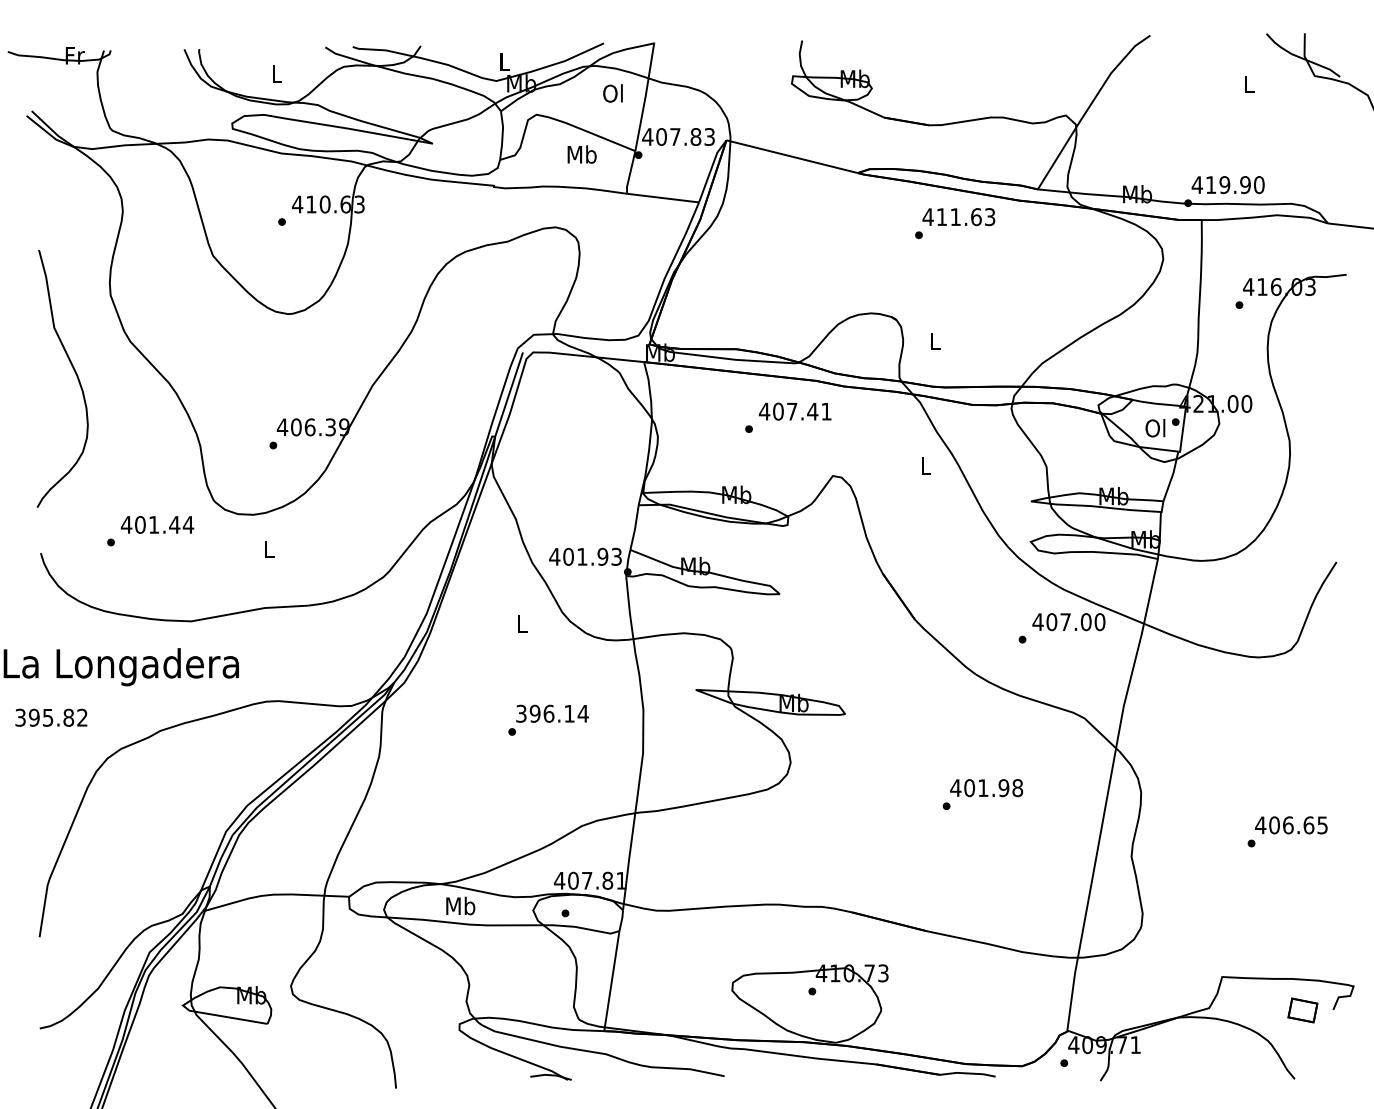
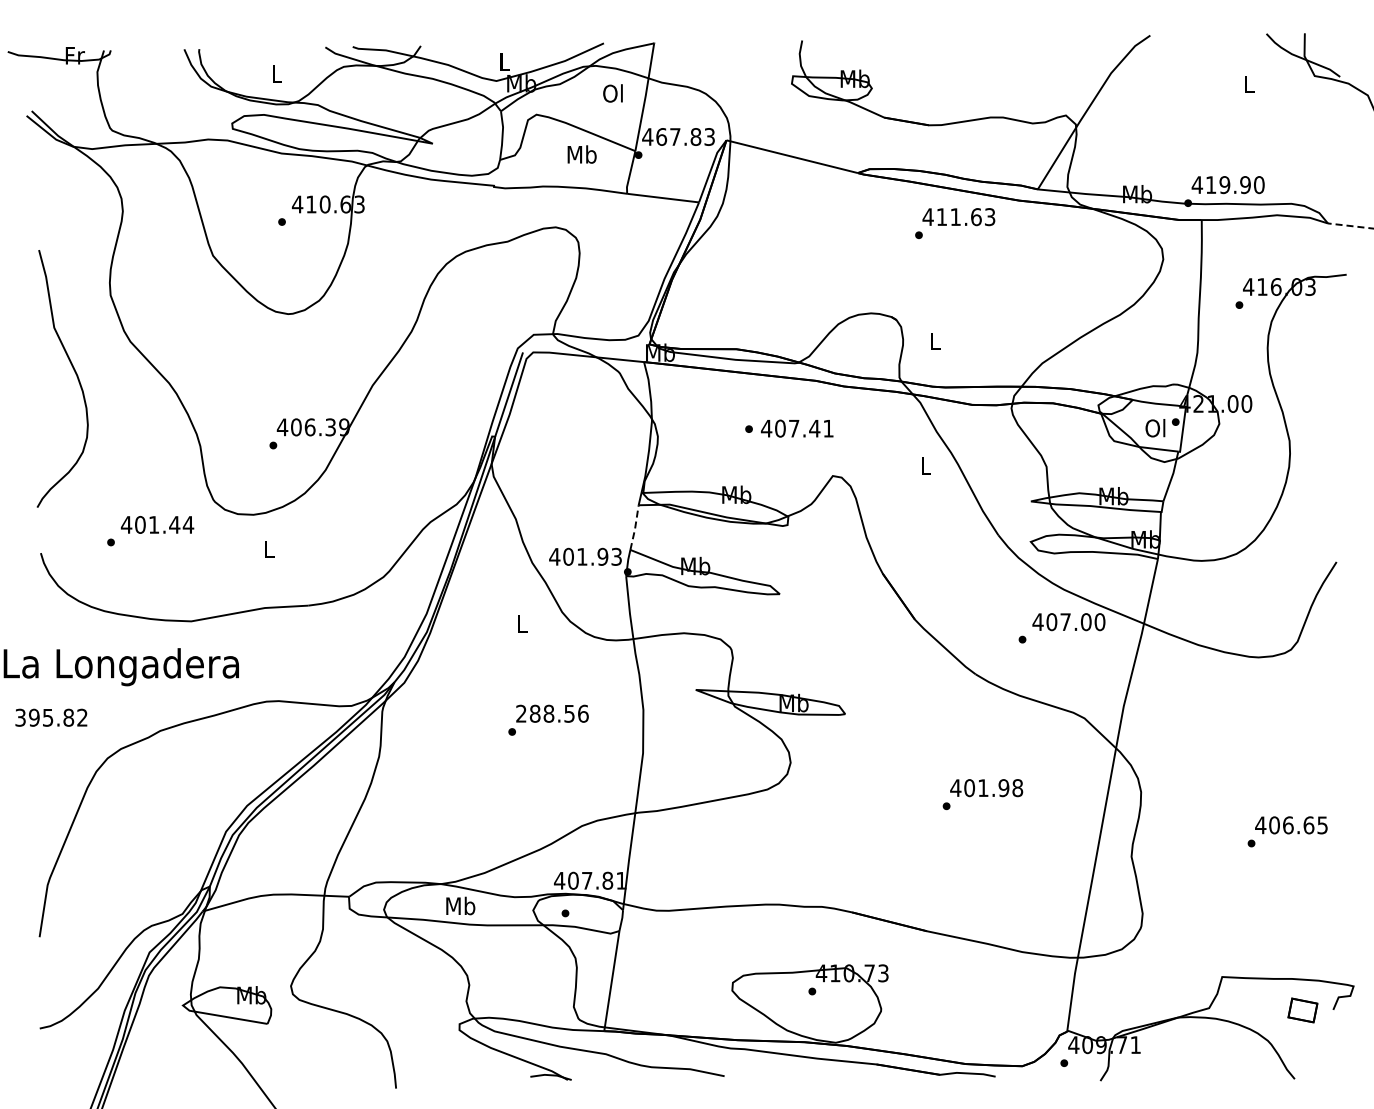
text at (661, 136): 407.83 -> 467.83
line at (1350, 226): solid -> dashed
text at (795, 411) position: (795, 411) -> (797, 428)
line at (635, 527): solid -> dashed
text at (552, 713): 396.14 -> 288.56
